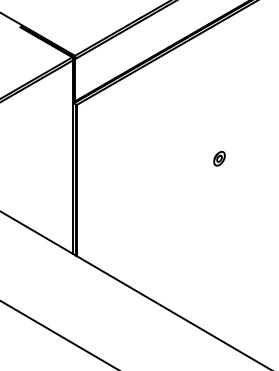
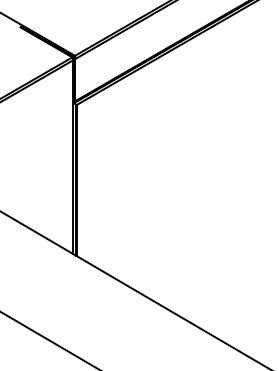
part at (219, 158): present -> none
line at (58, 334) position: (58, 334) -> (49, 339)
